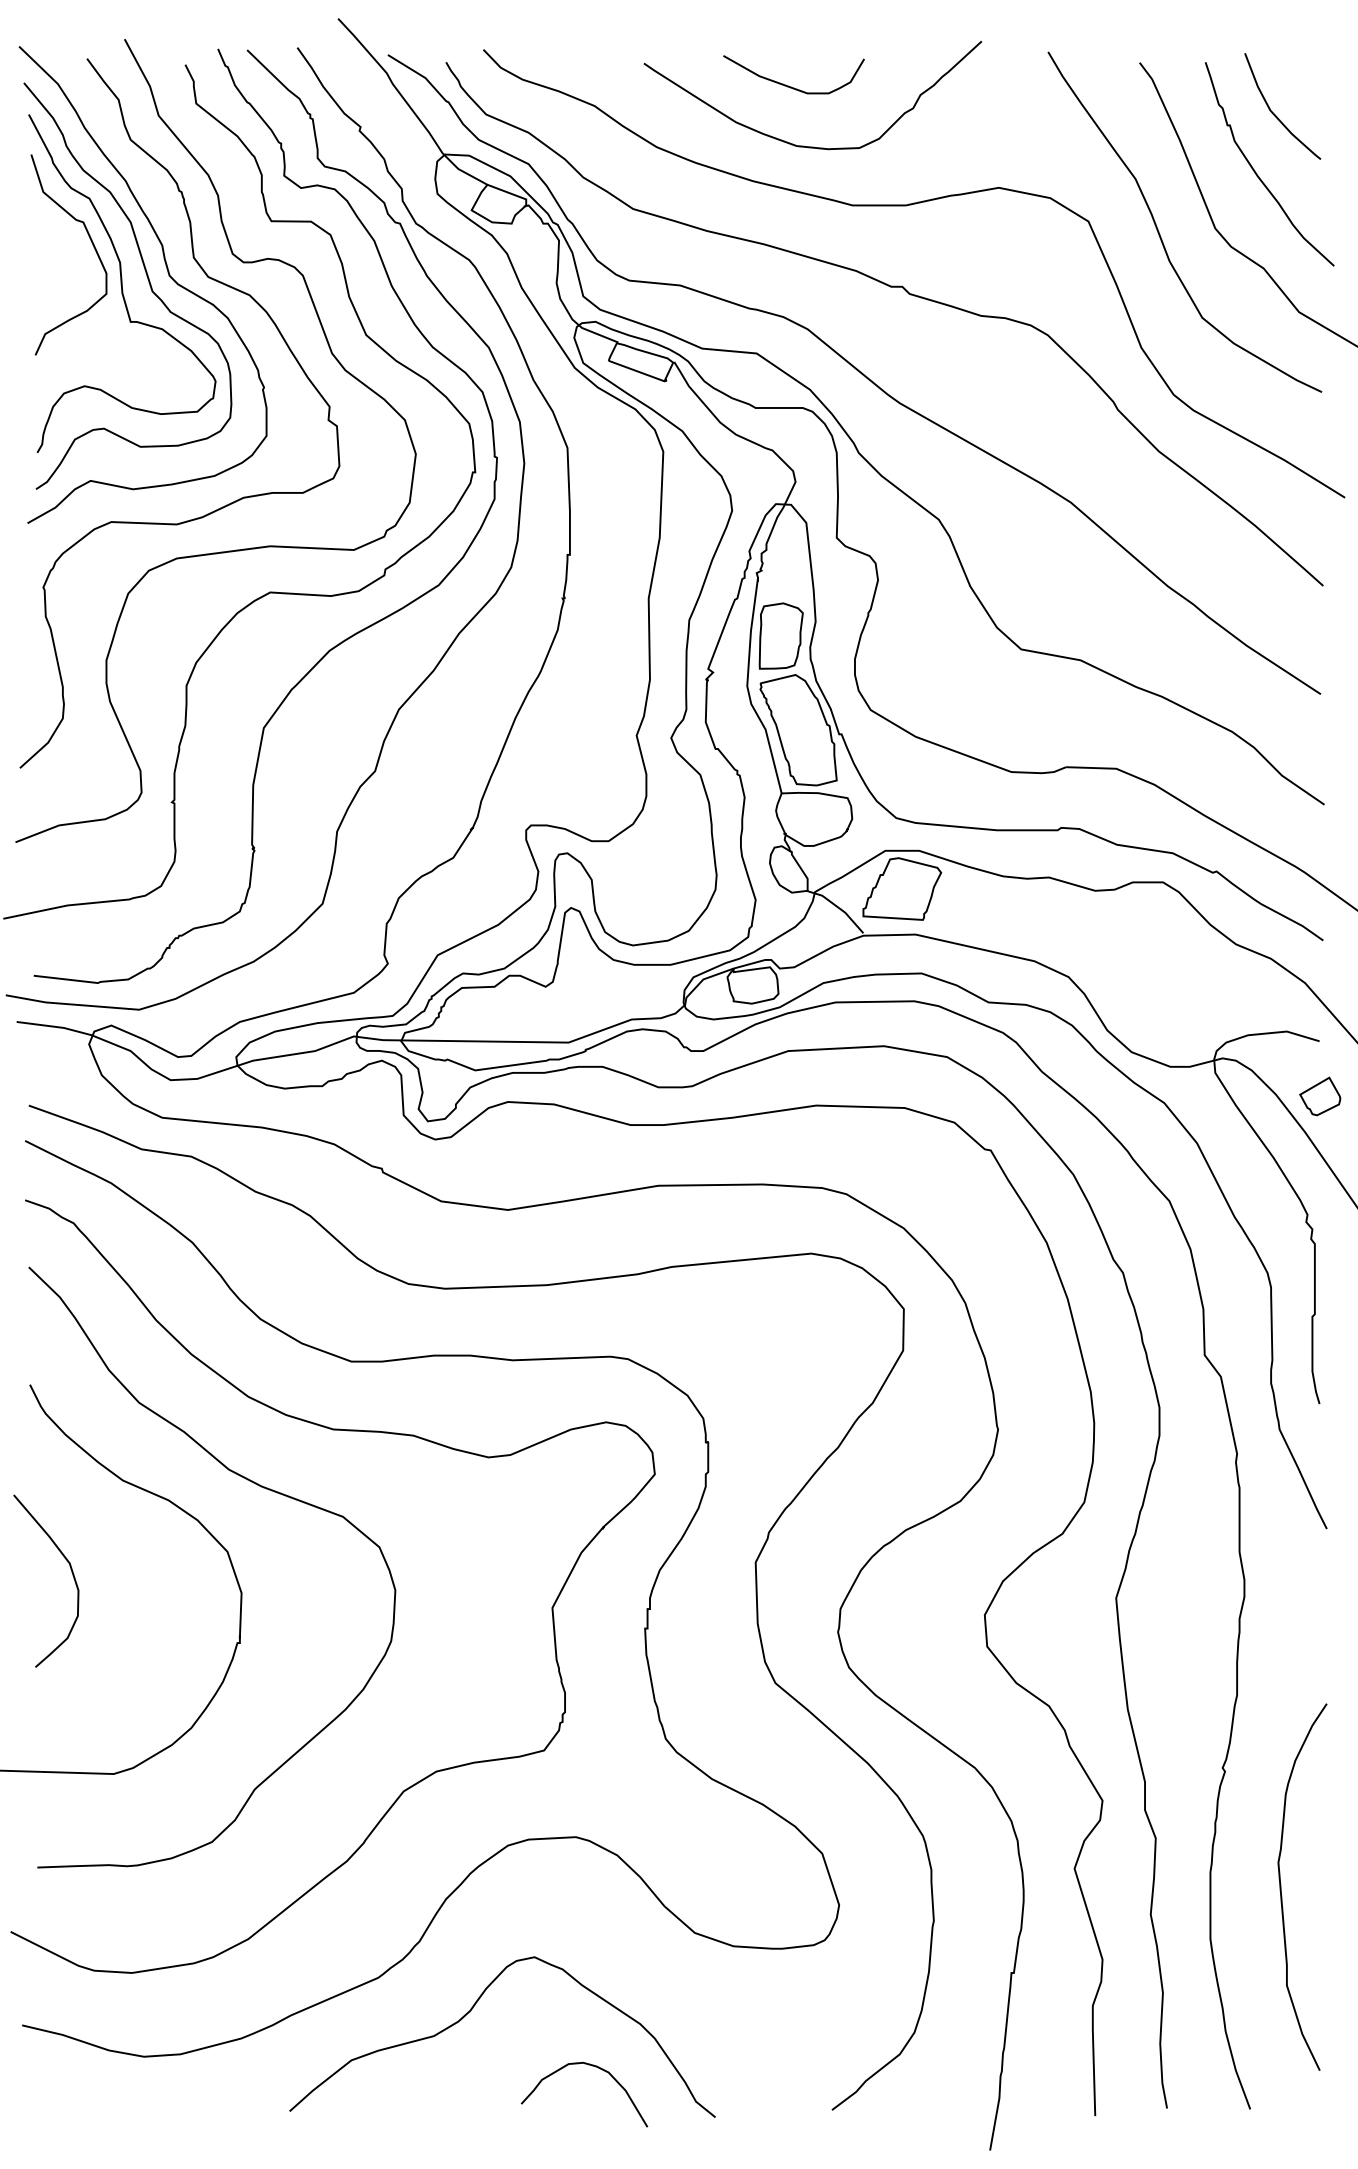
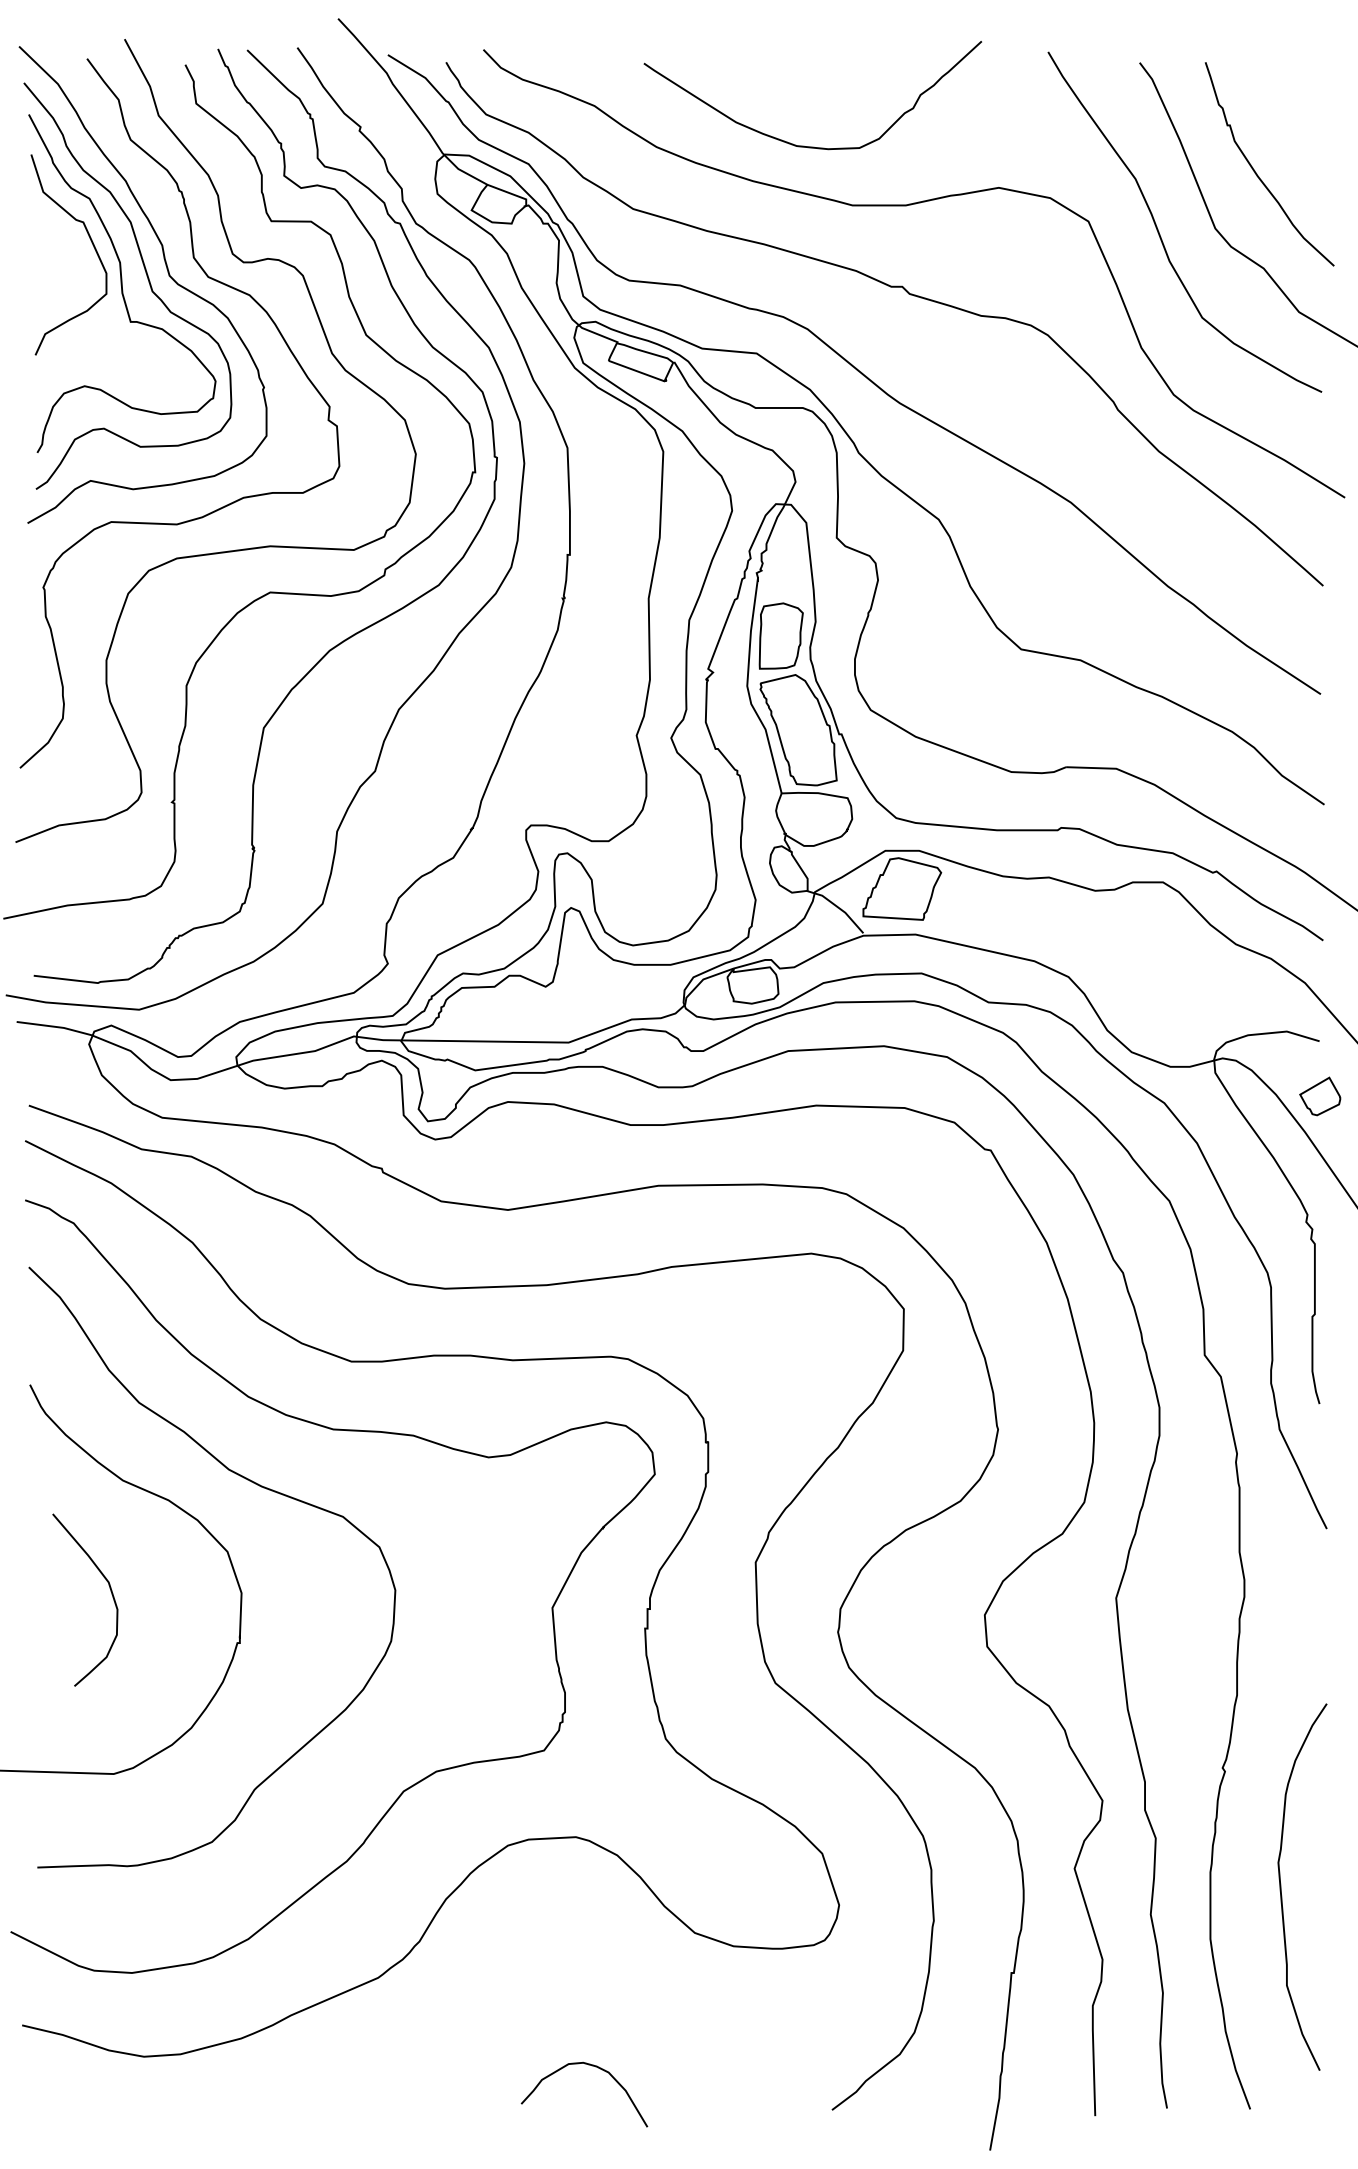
curve at (788, 85): present -> none
curve at (1274, 113): present -> none
curve at (71, 1572) position: (71, 1572) -> (110, 1591)
curve at (473, 2008): present -> none
